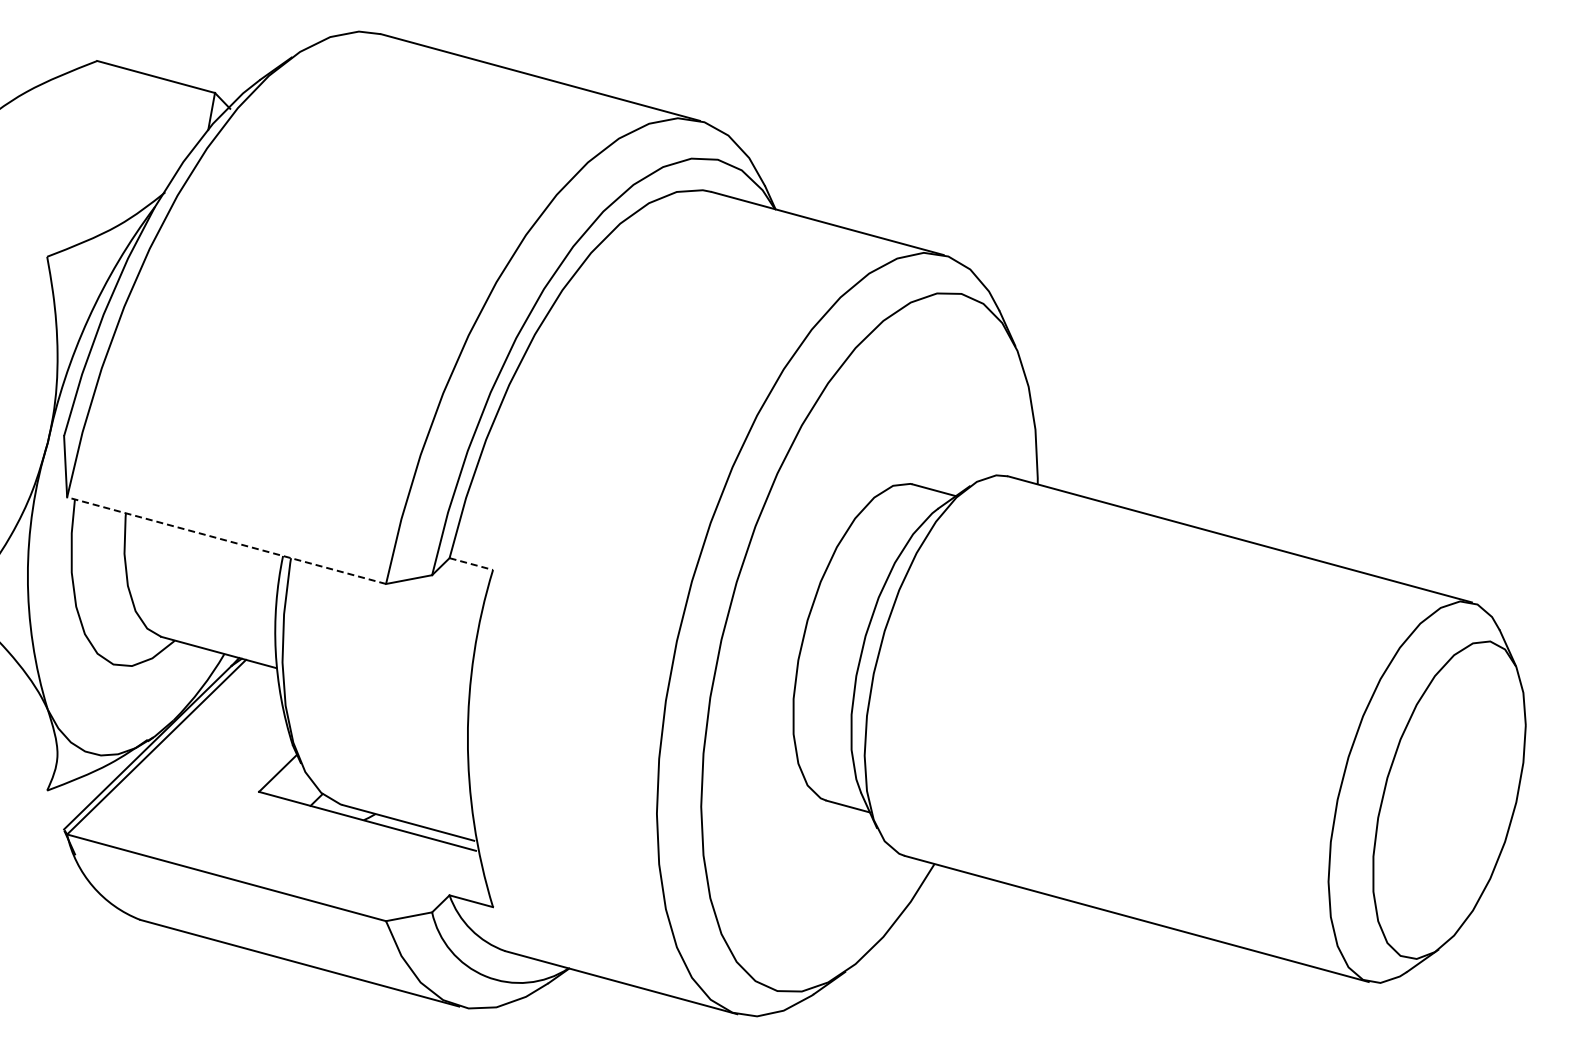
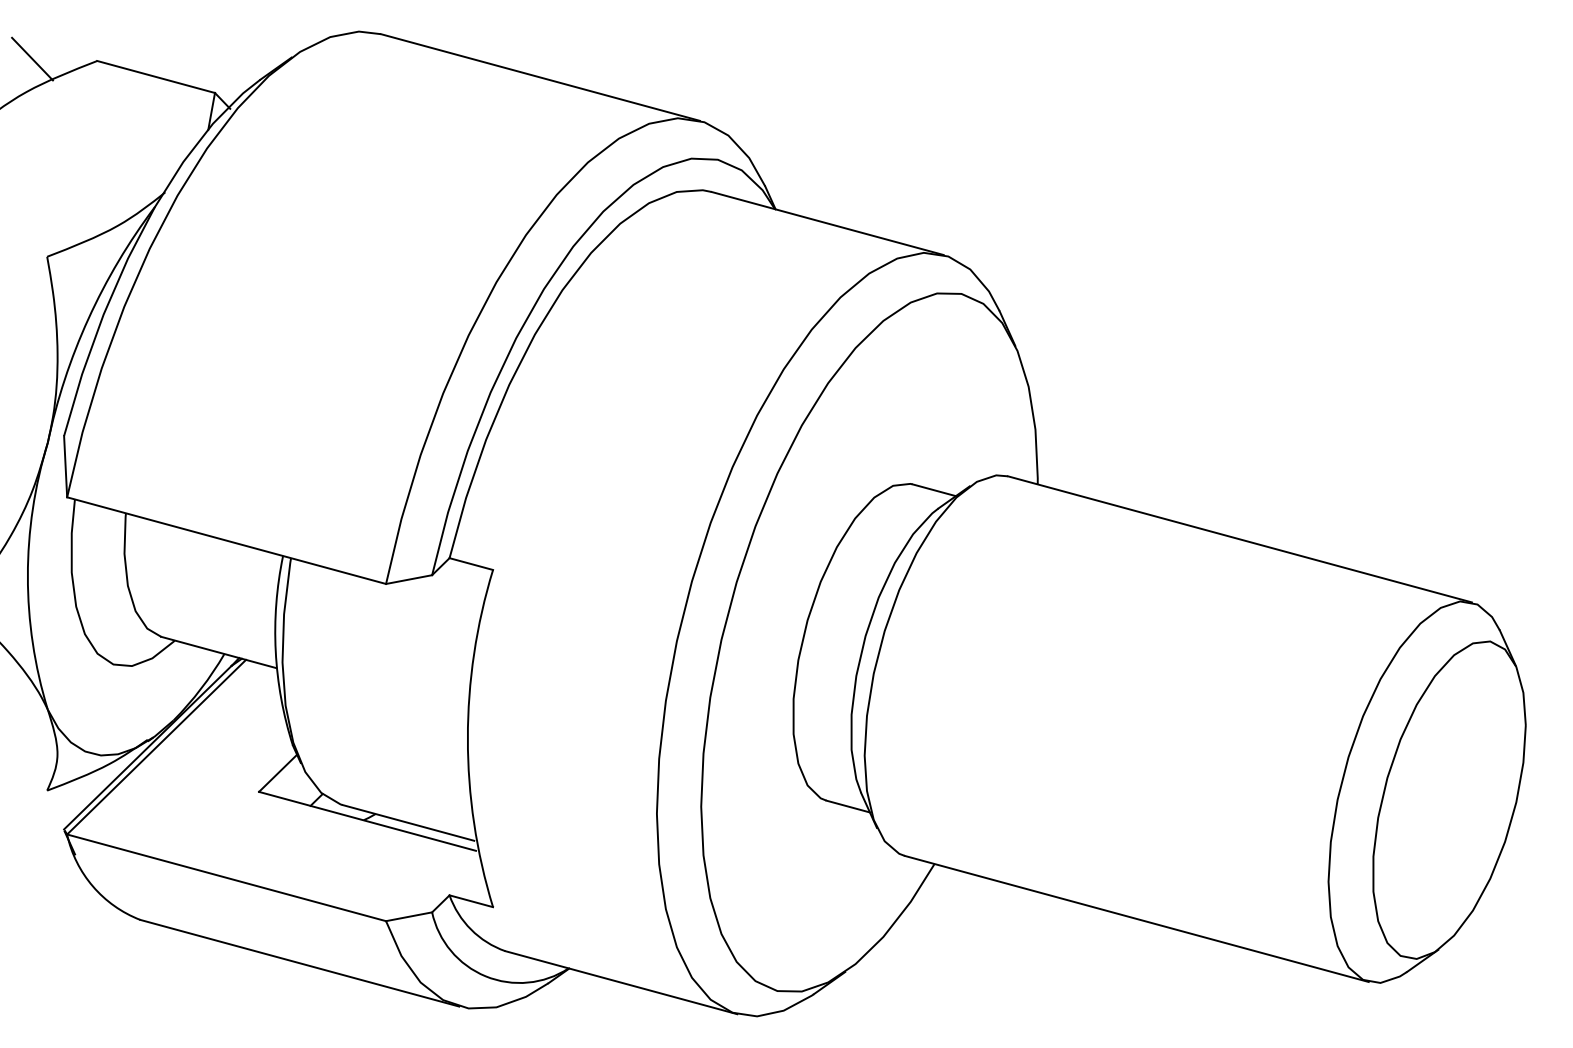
line at (32, 58): none -> present
line at (226, 540): dashed -> solid
line at (471, 564): dashed -> solid
